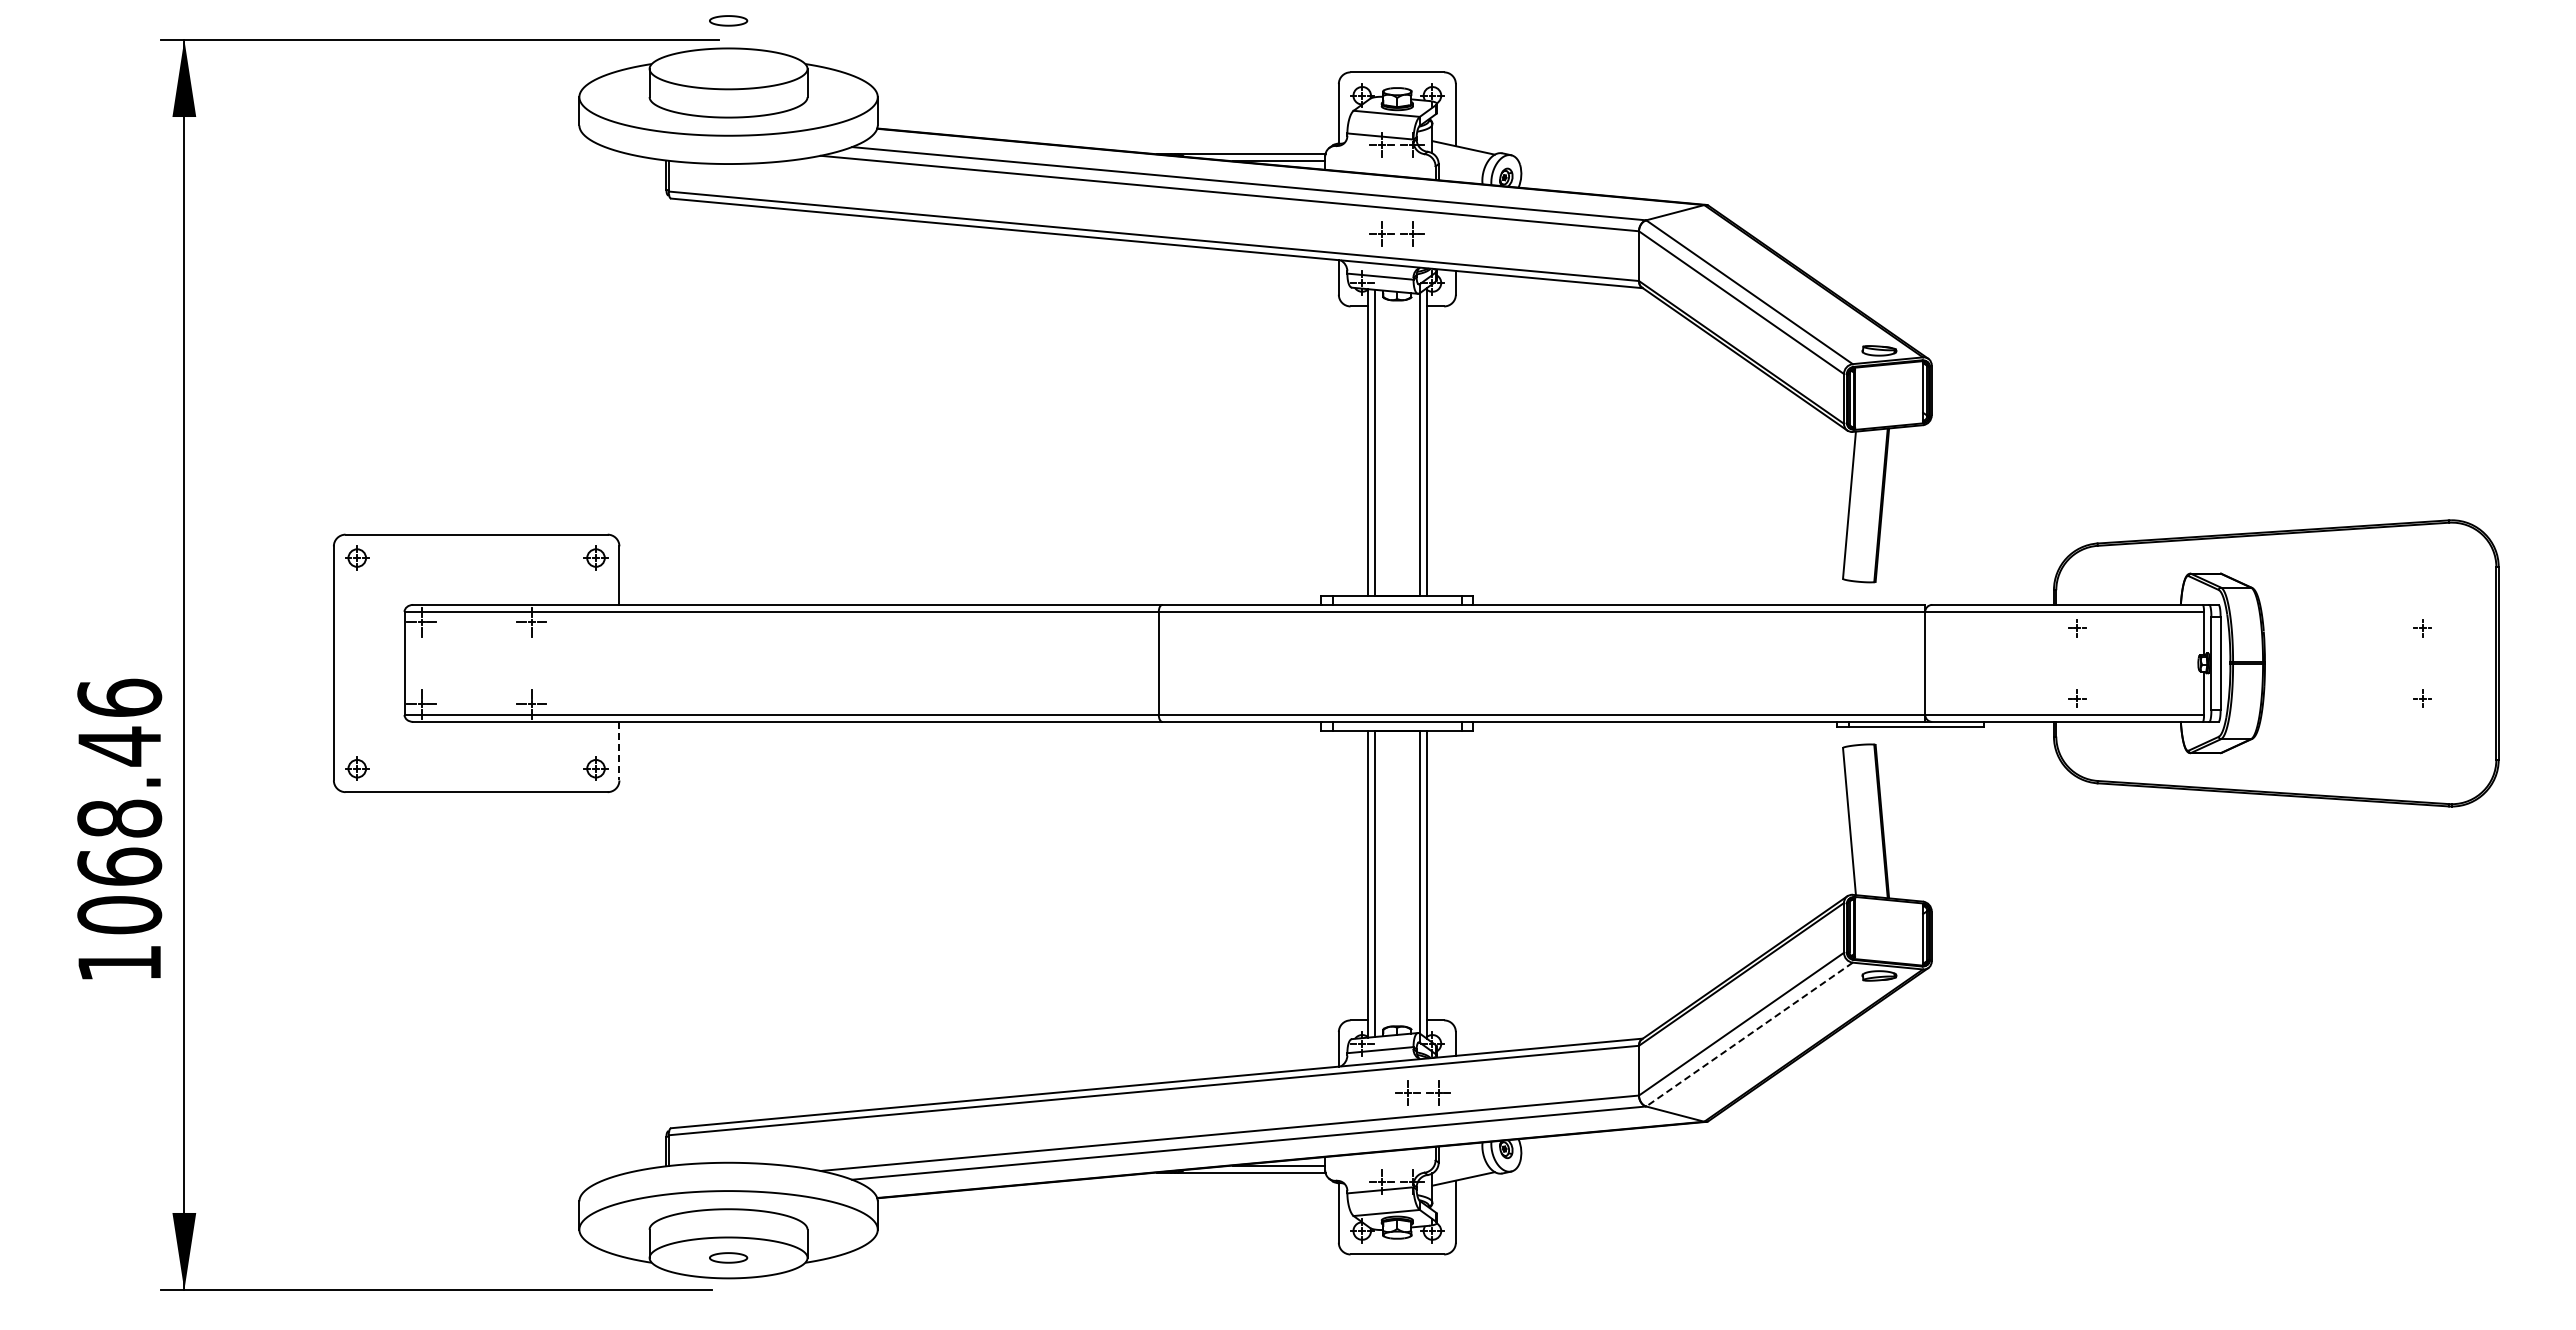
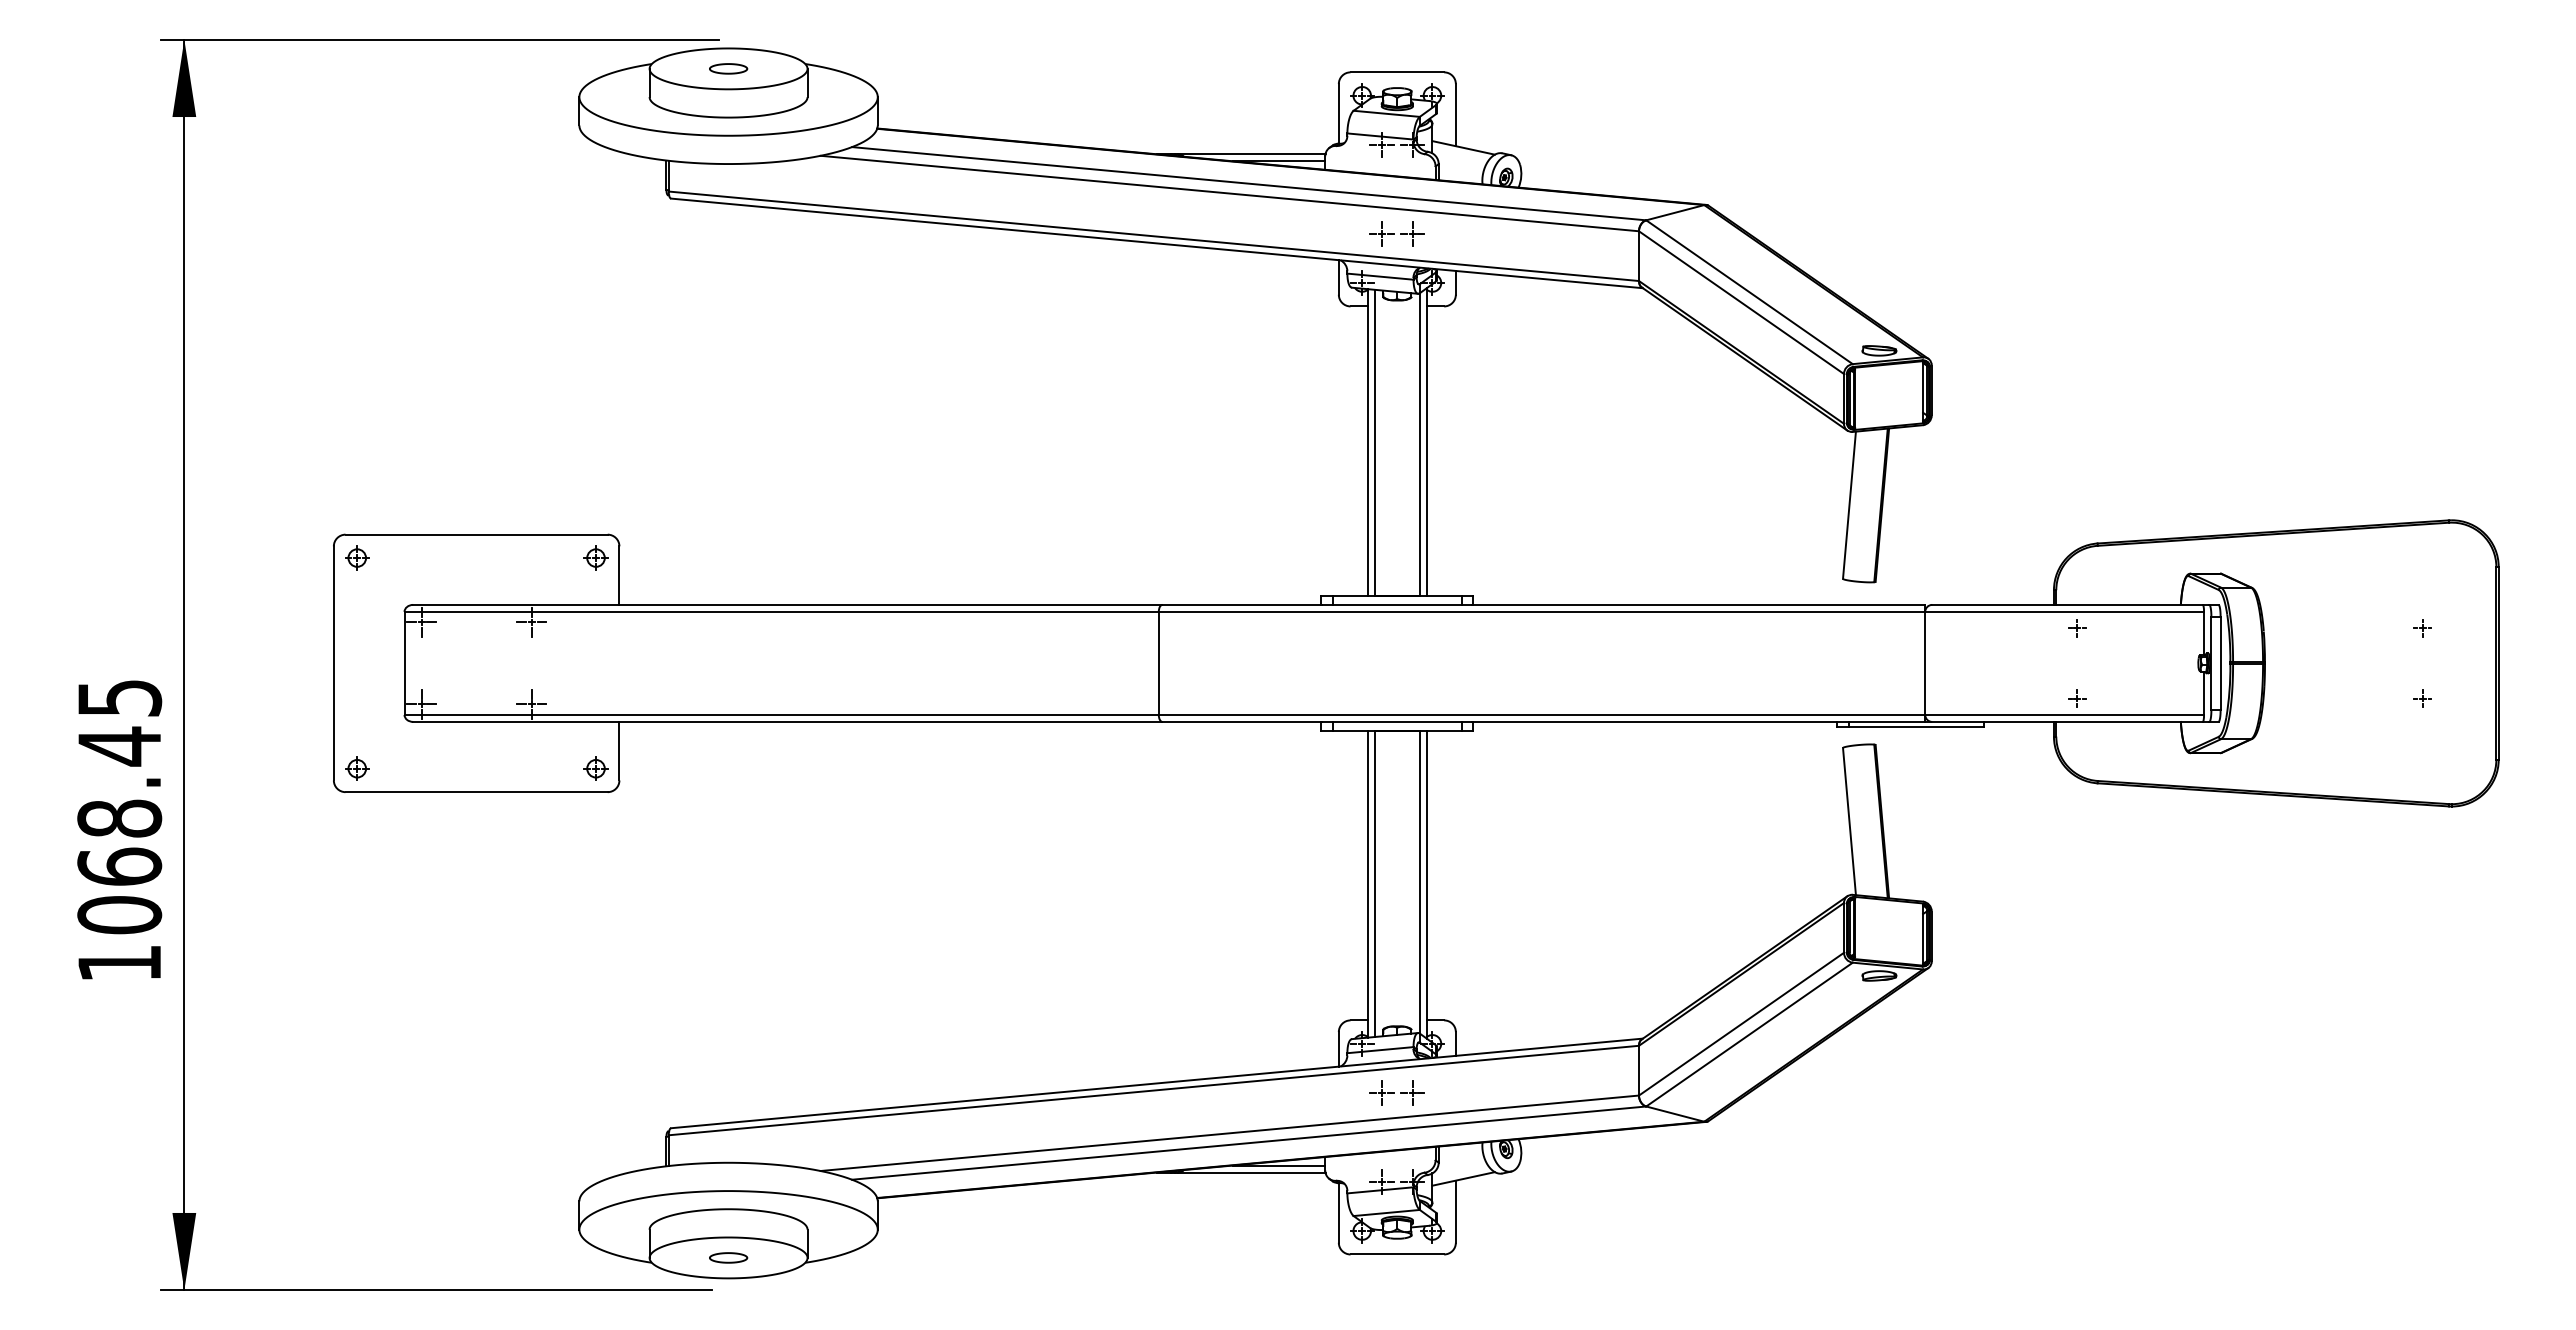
part at (728, 20) position: (728, 20) -> (728, 68)
text at (119, 697): 1068.46 -> 1068.45
line at (619, 751): dashed -> solid
line at (1749, 1034): dashed -> solid
part at (1422, 1092) position: (1422, 1092) -> (1396, 1092)
